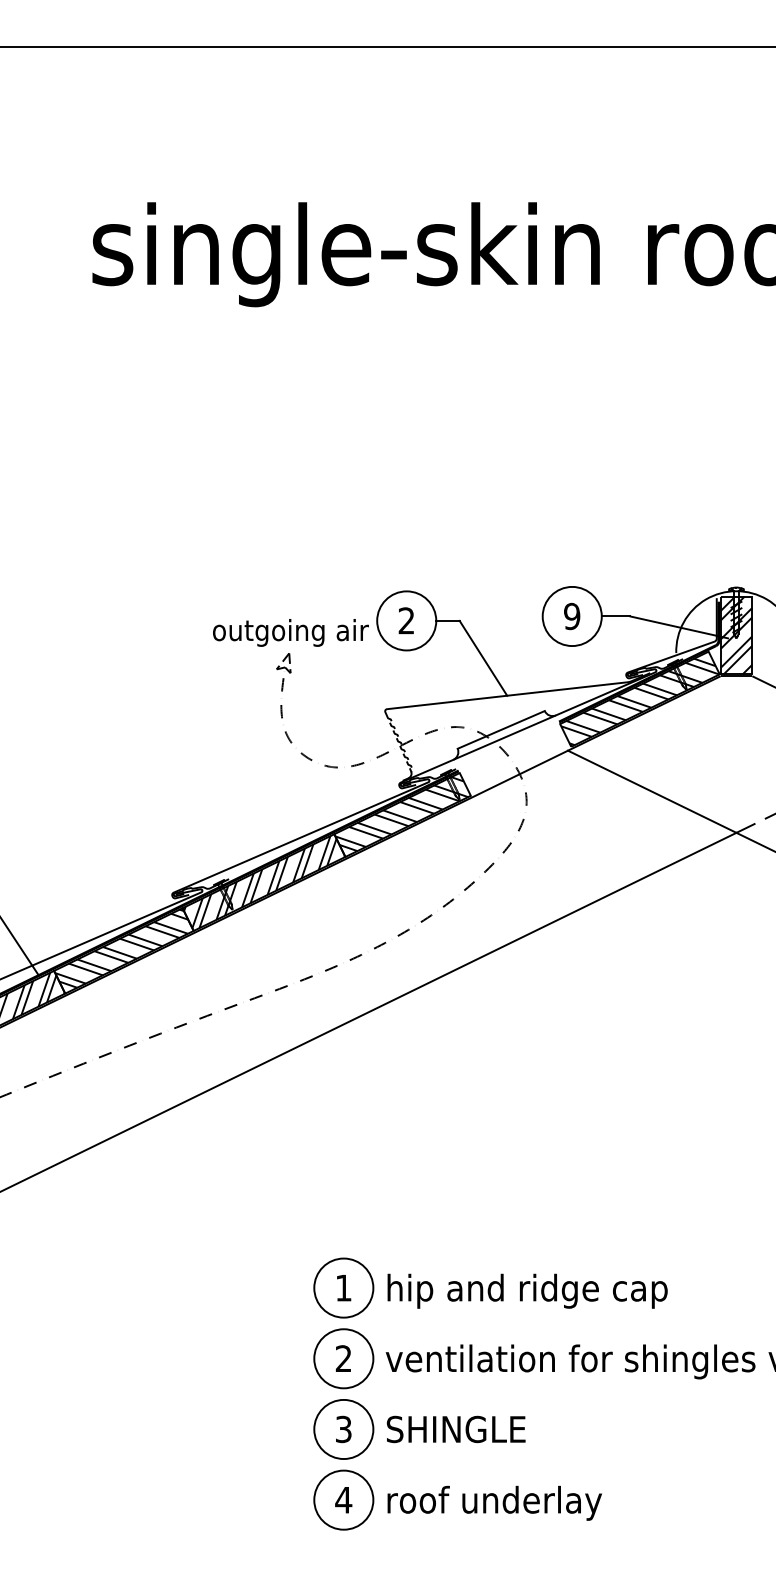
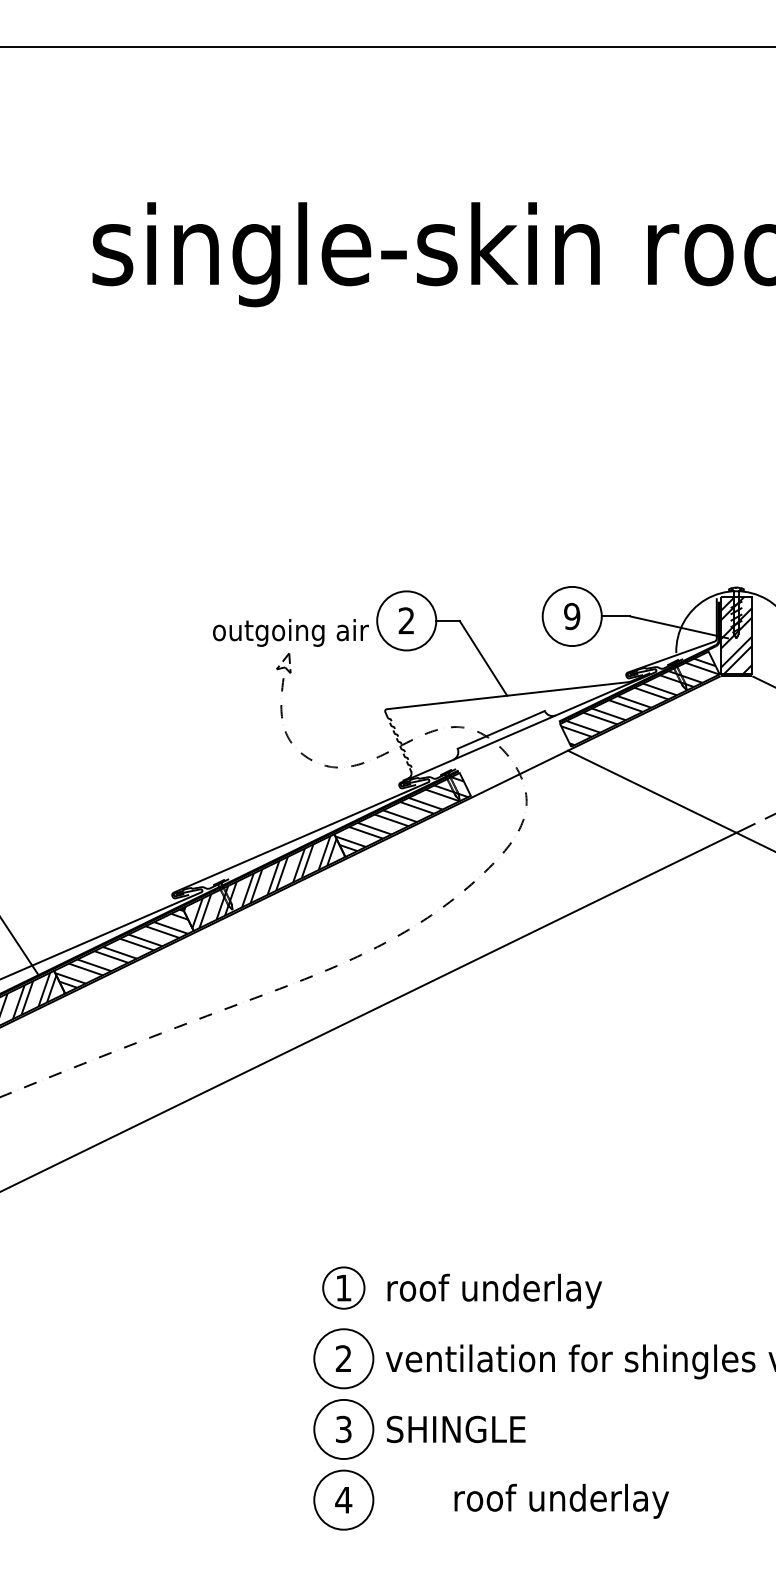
circle at (343, 1287) diameter: 59 px -> 41 px
text at (527, 1290): hip and ridge cap -> roof underlay
text at (494, 1502) position: (494, 1502) -> (561, 1500)
